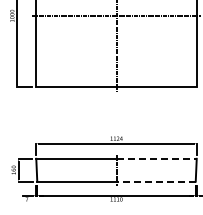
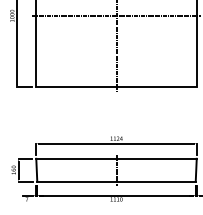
line at (157, 158): dashed -> solid
line at (156, 181): dashed -> solid
